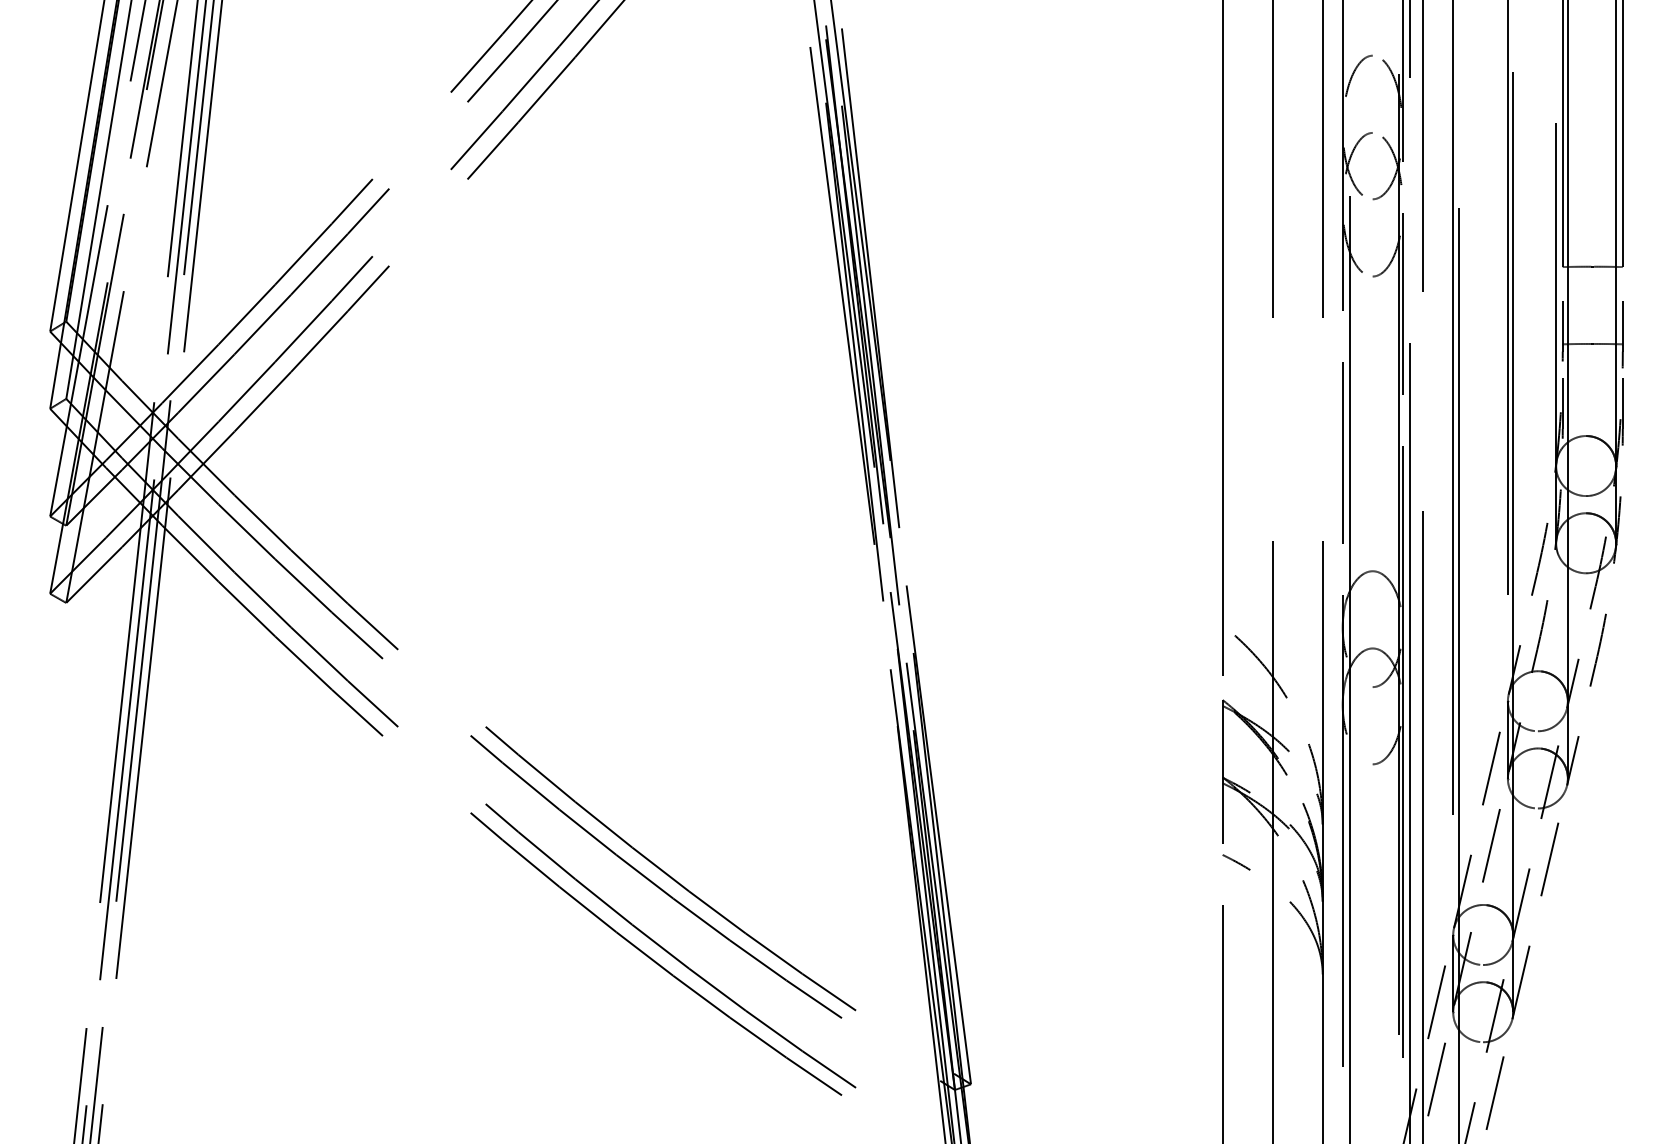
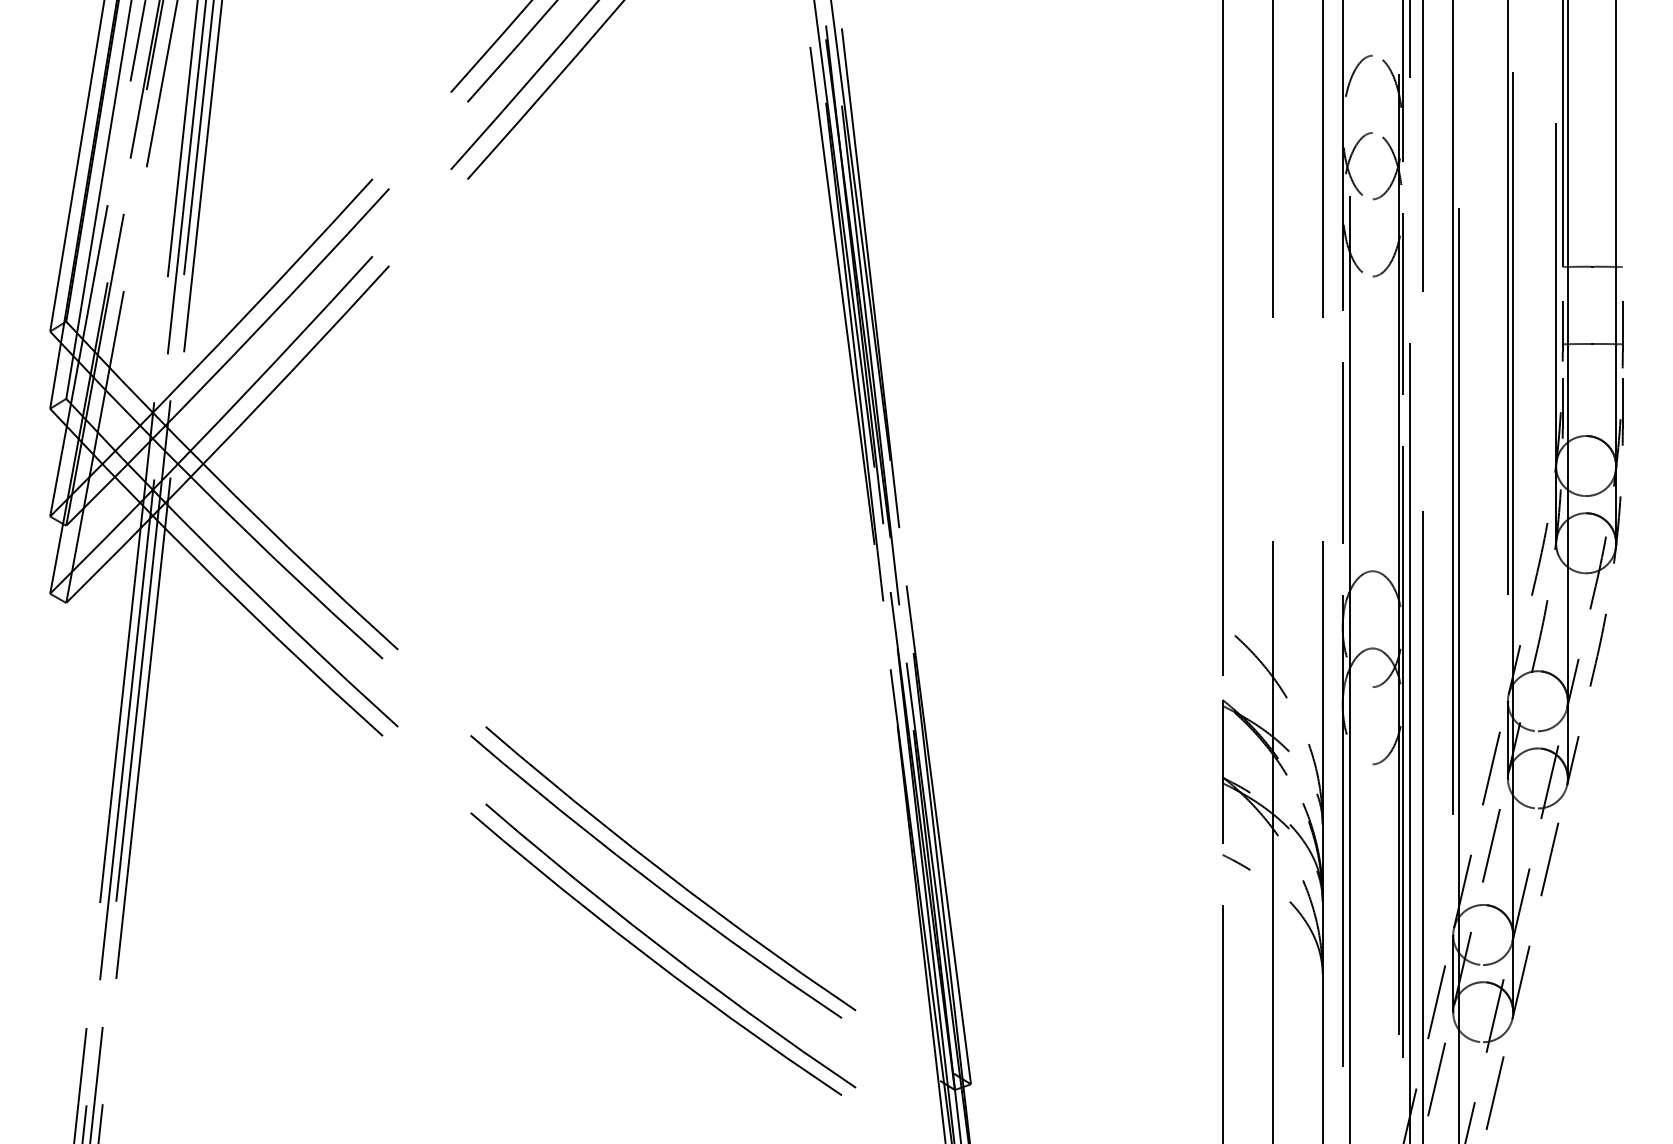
line at (1622, 134): present -> none
